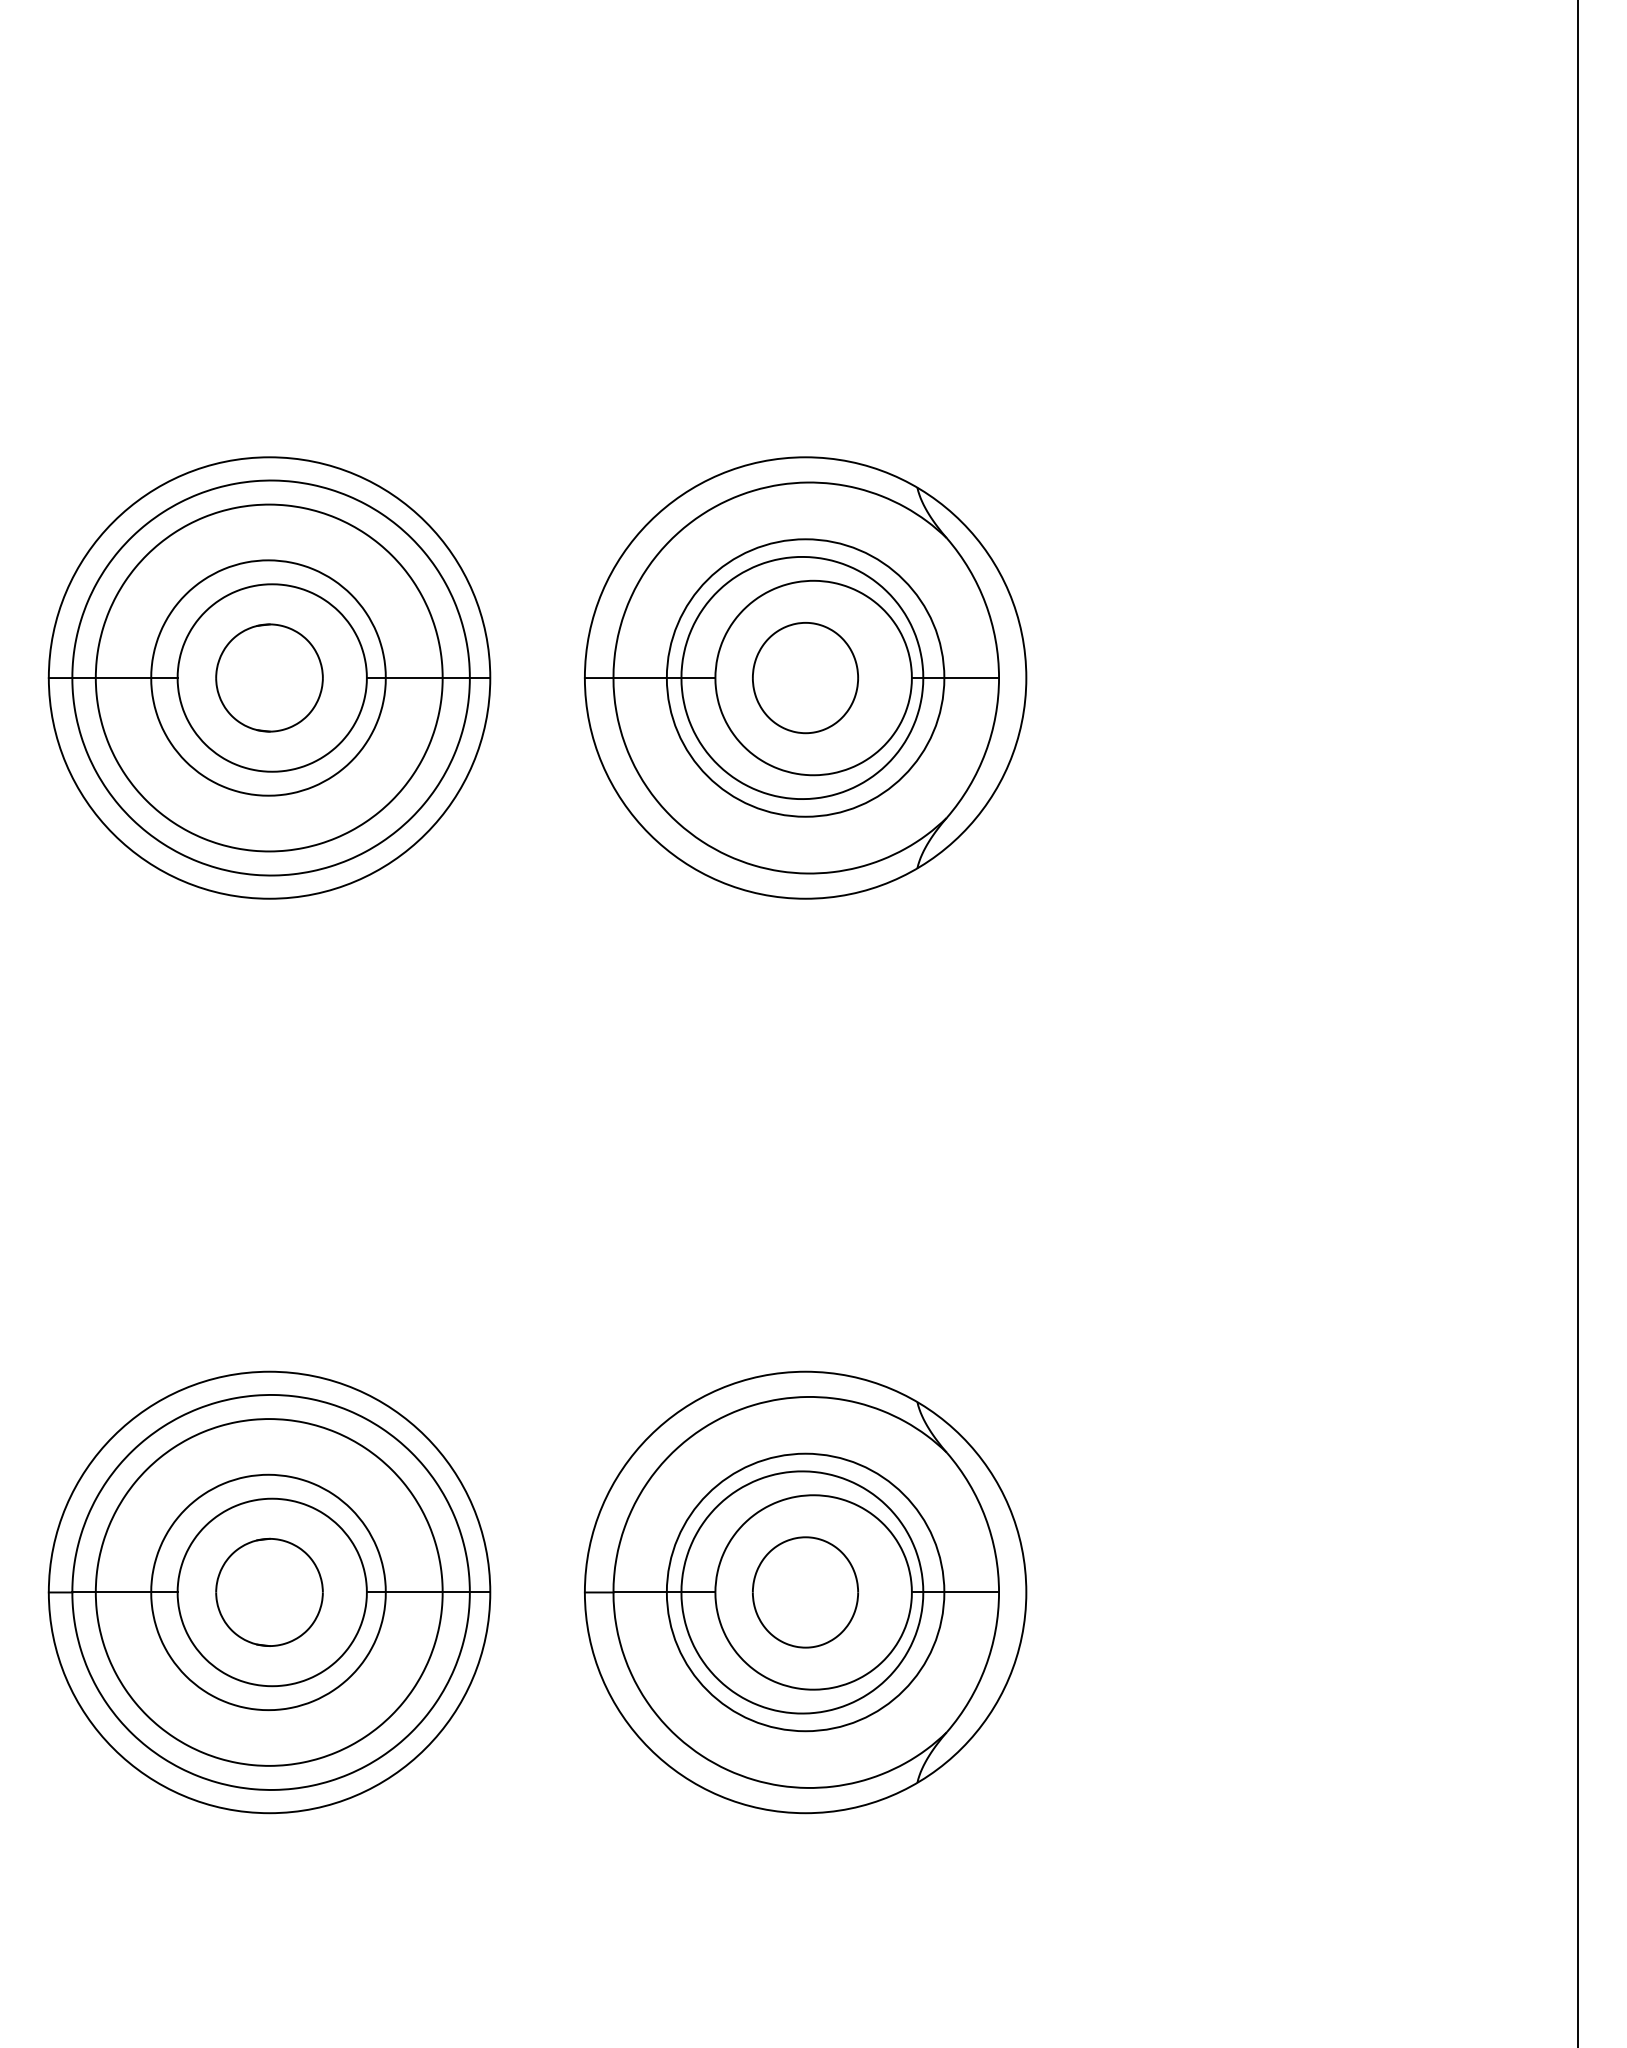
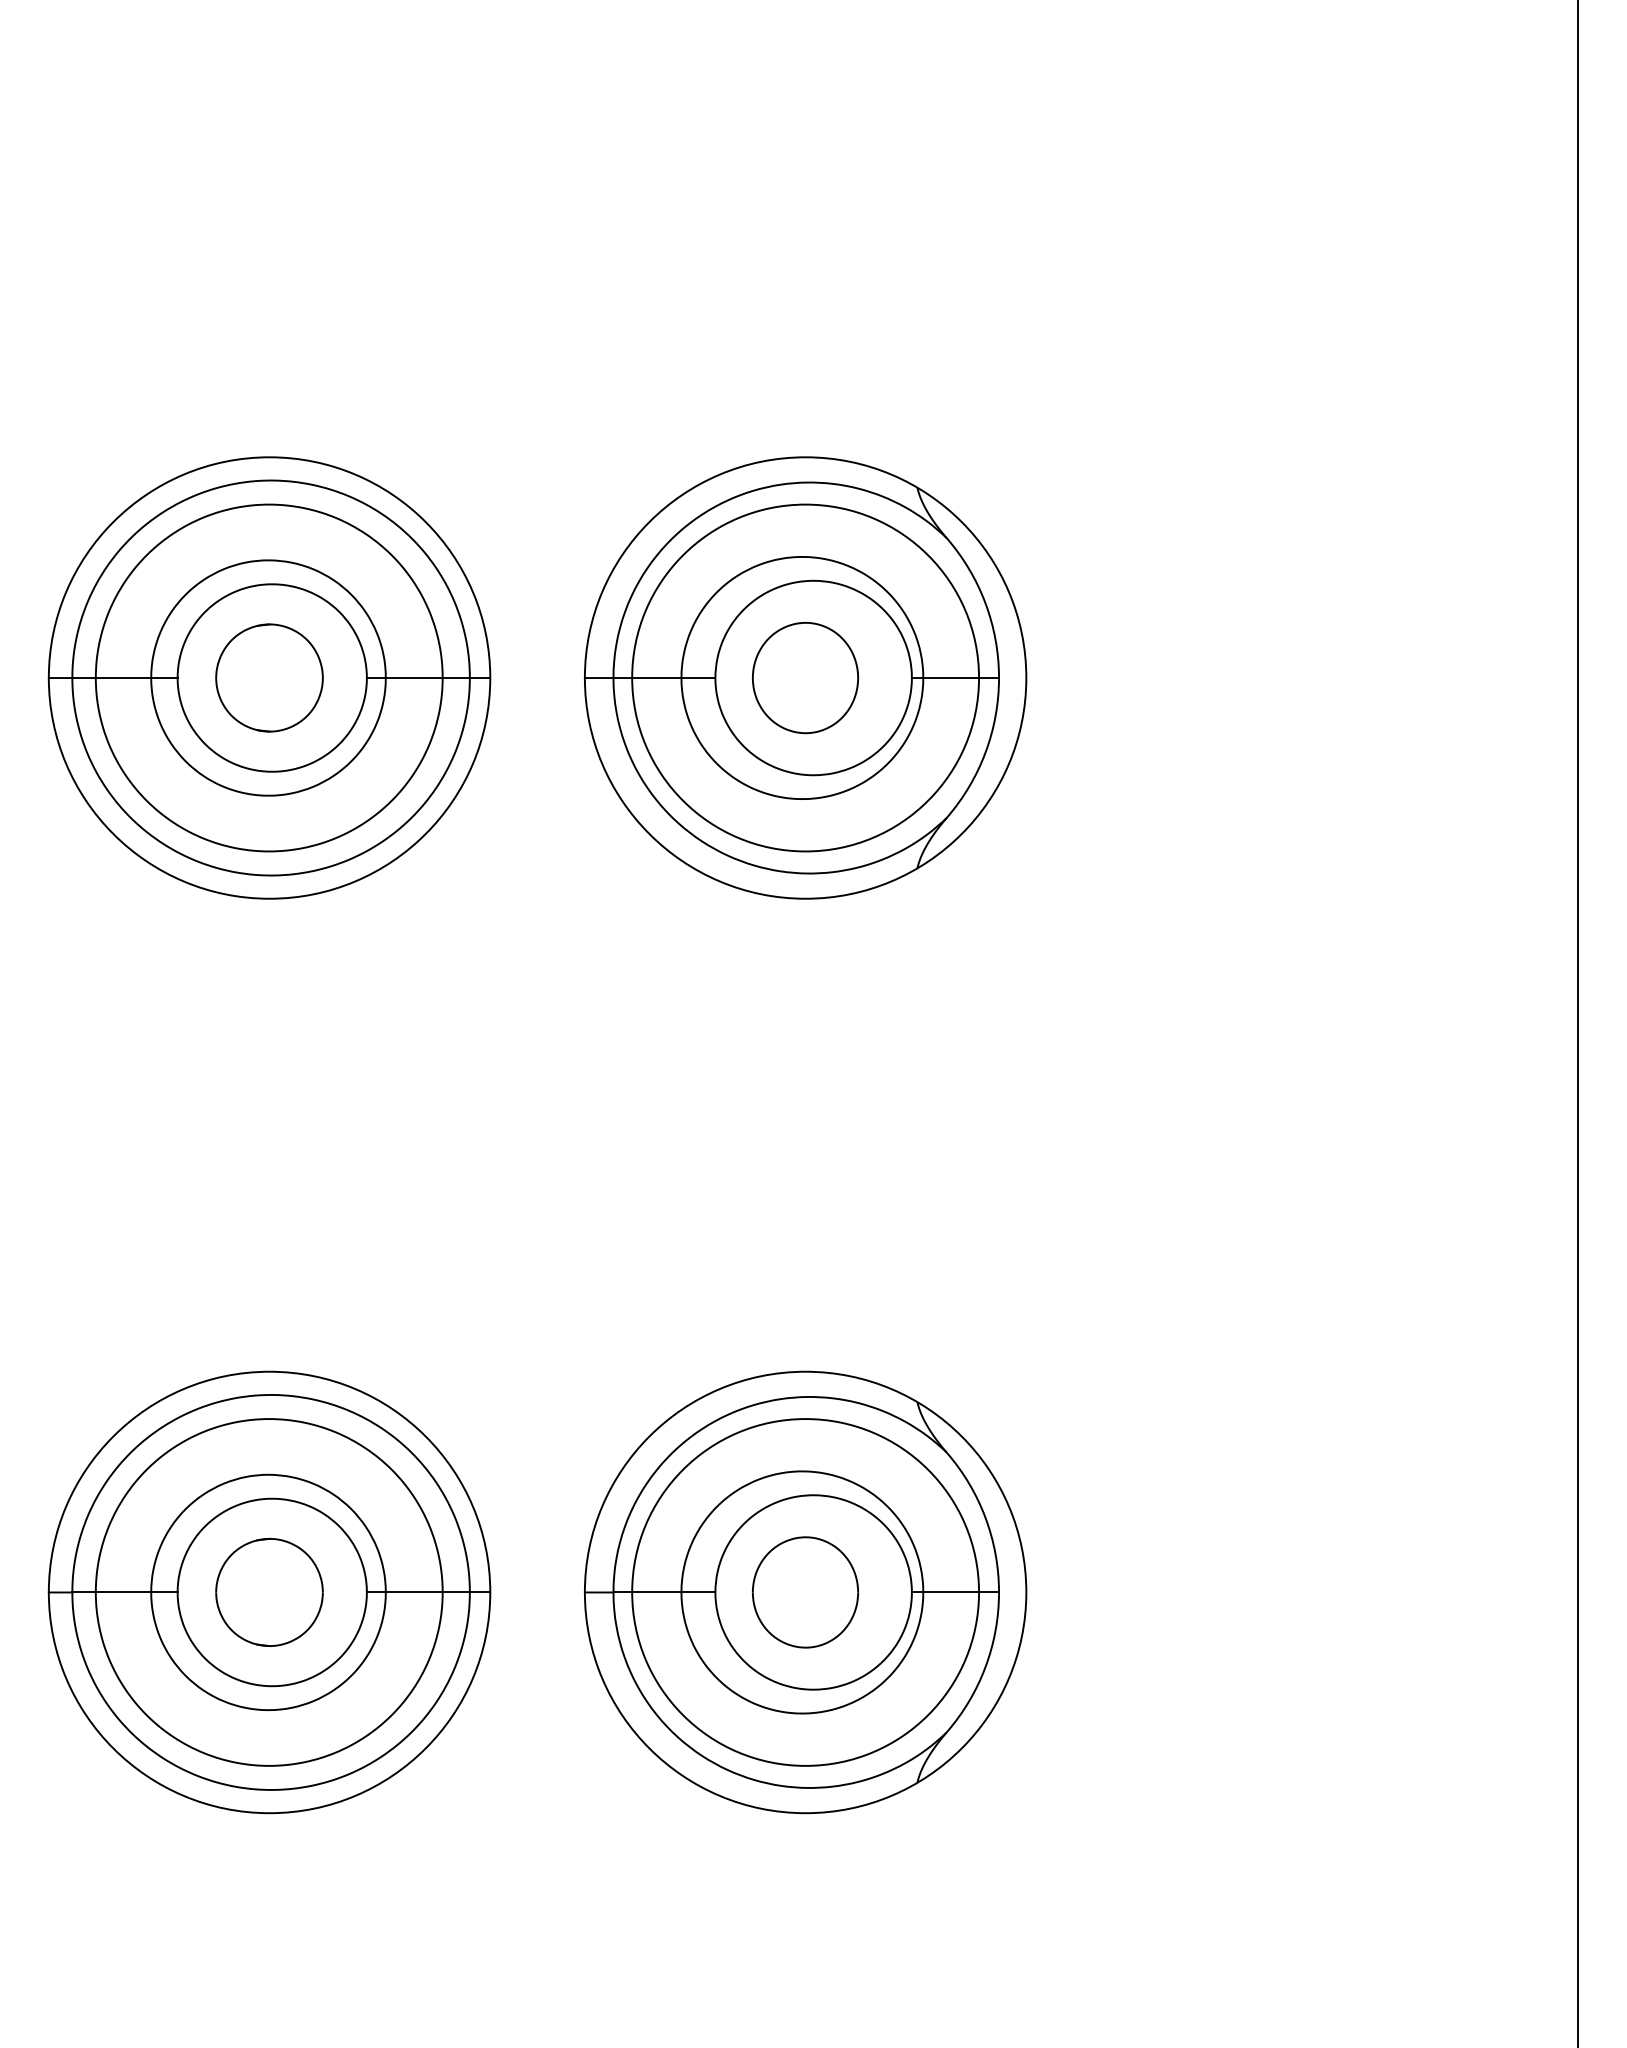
circle at (805, 677) diameter: 277 px -> 347 px
circle at (805, 1592) diameter: 277 px -> 347 px
